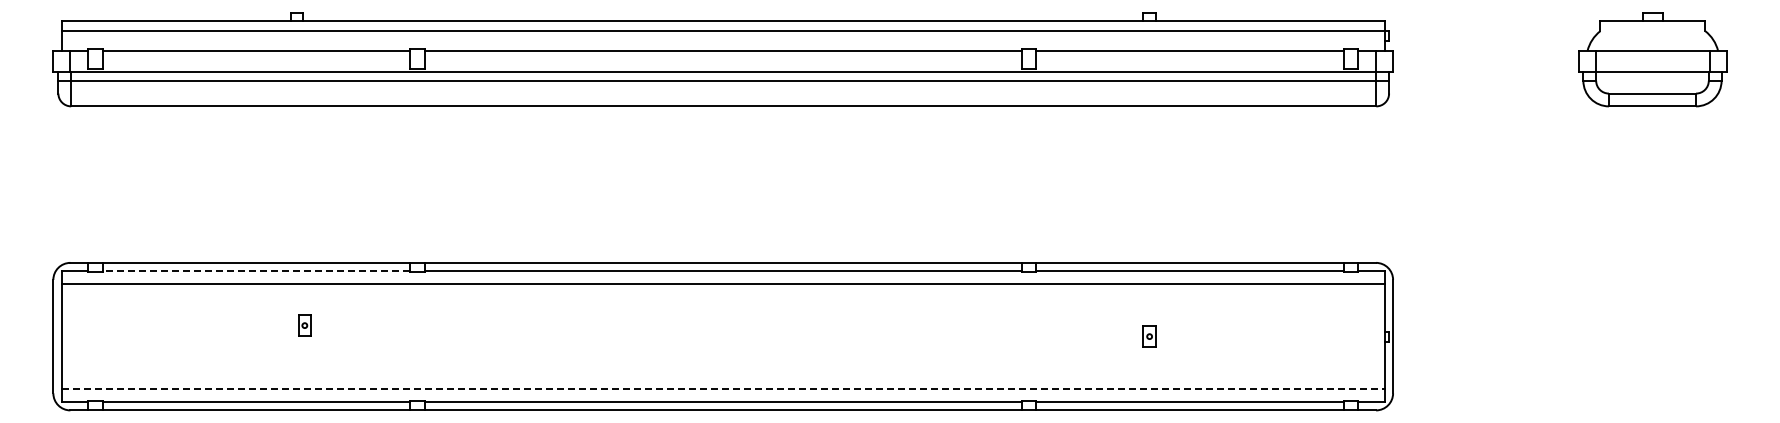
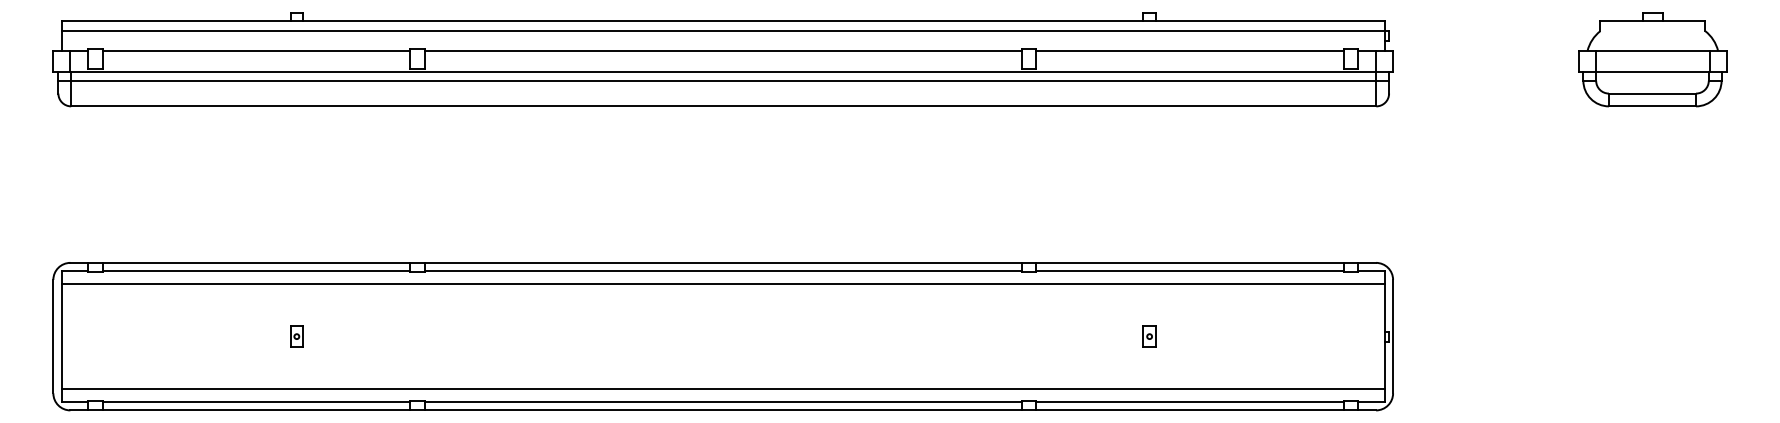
line at (256, 271): dashed -> solid
part at (304, 325) position: (304, 325) -> (296, 336)
line at (723, 389): dashed -> solid
